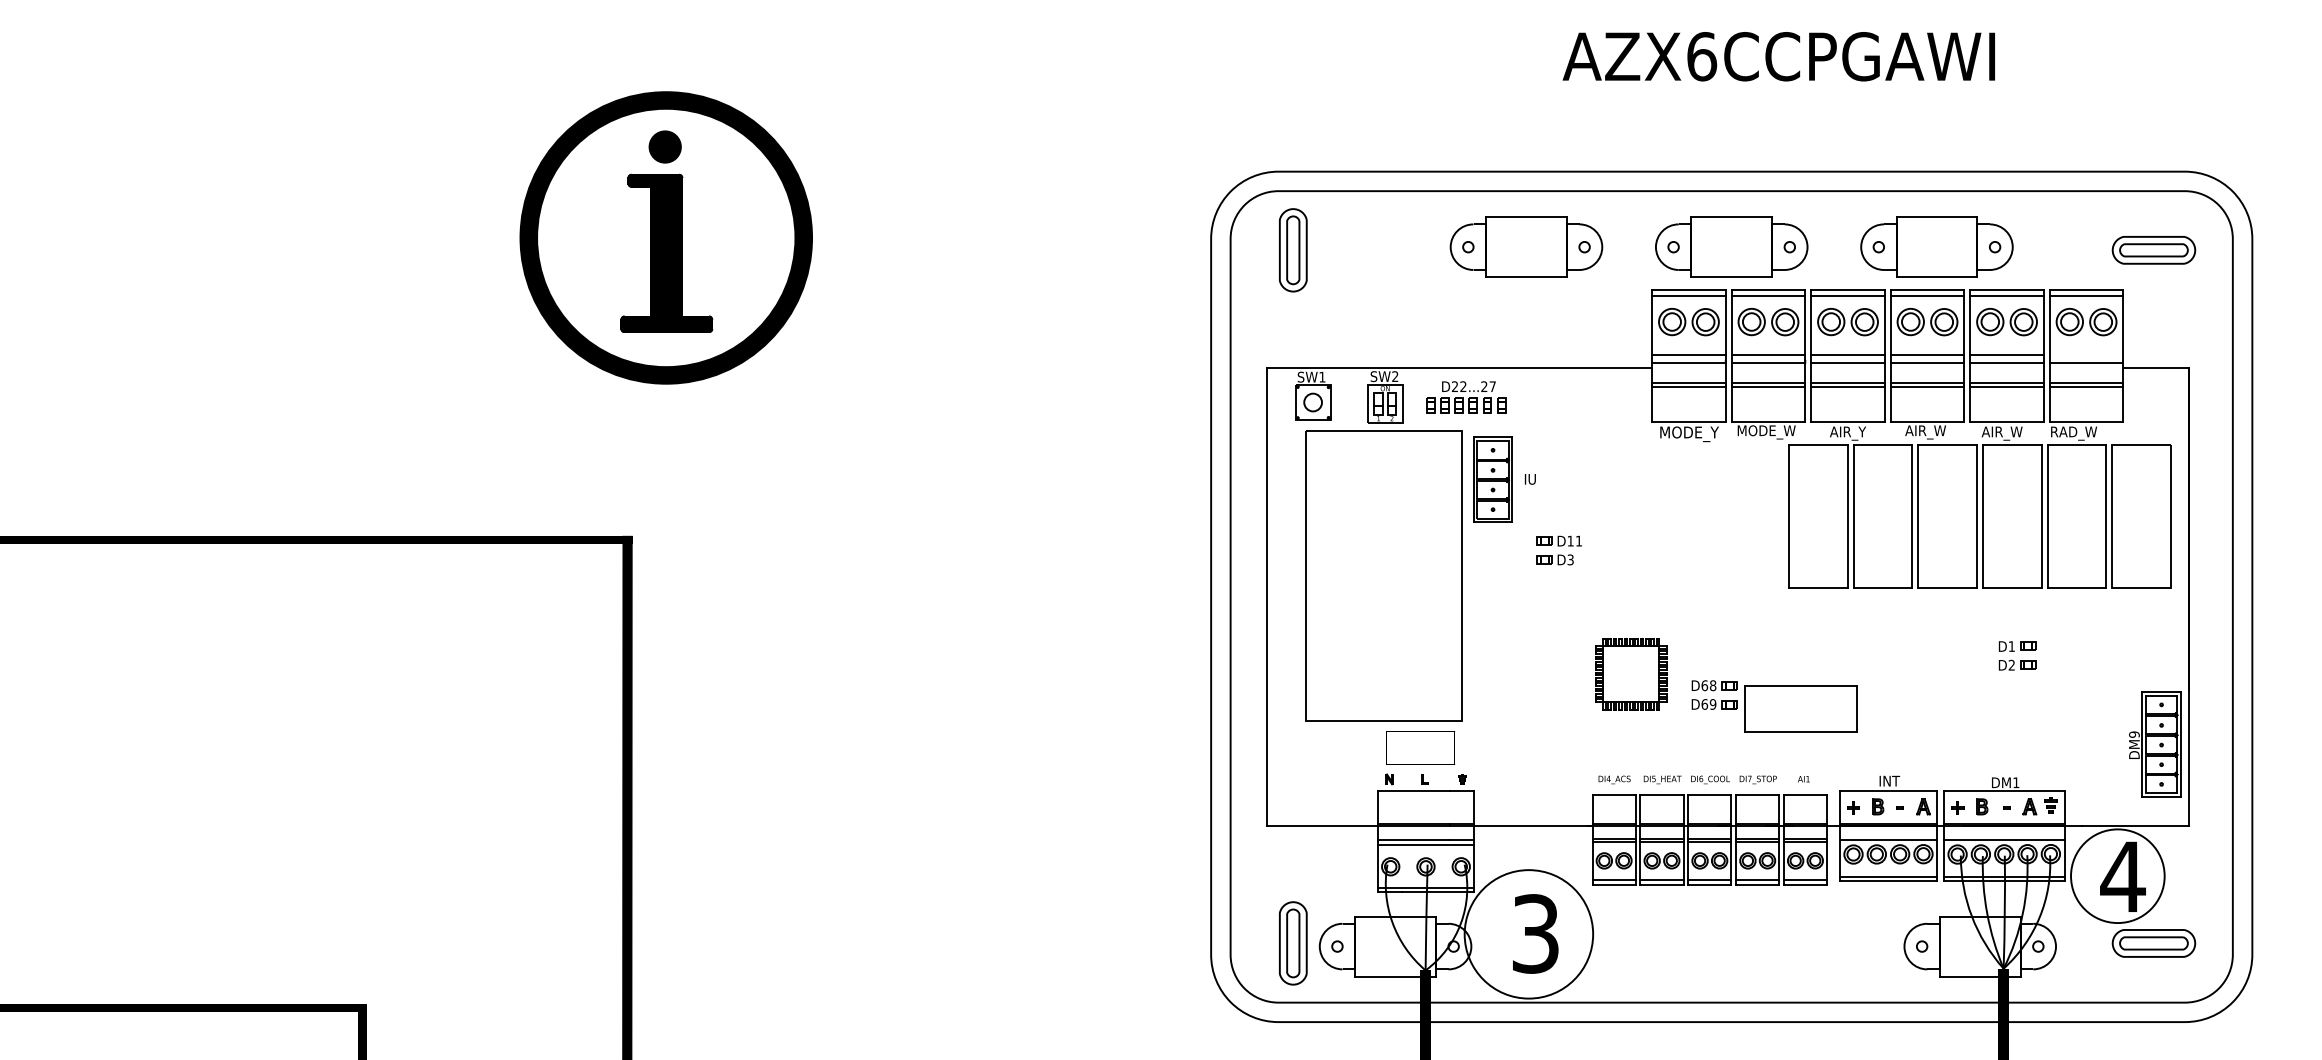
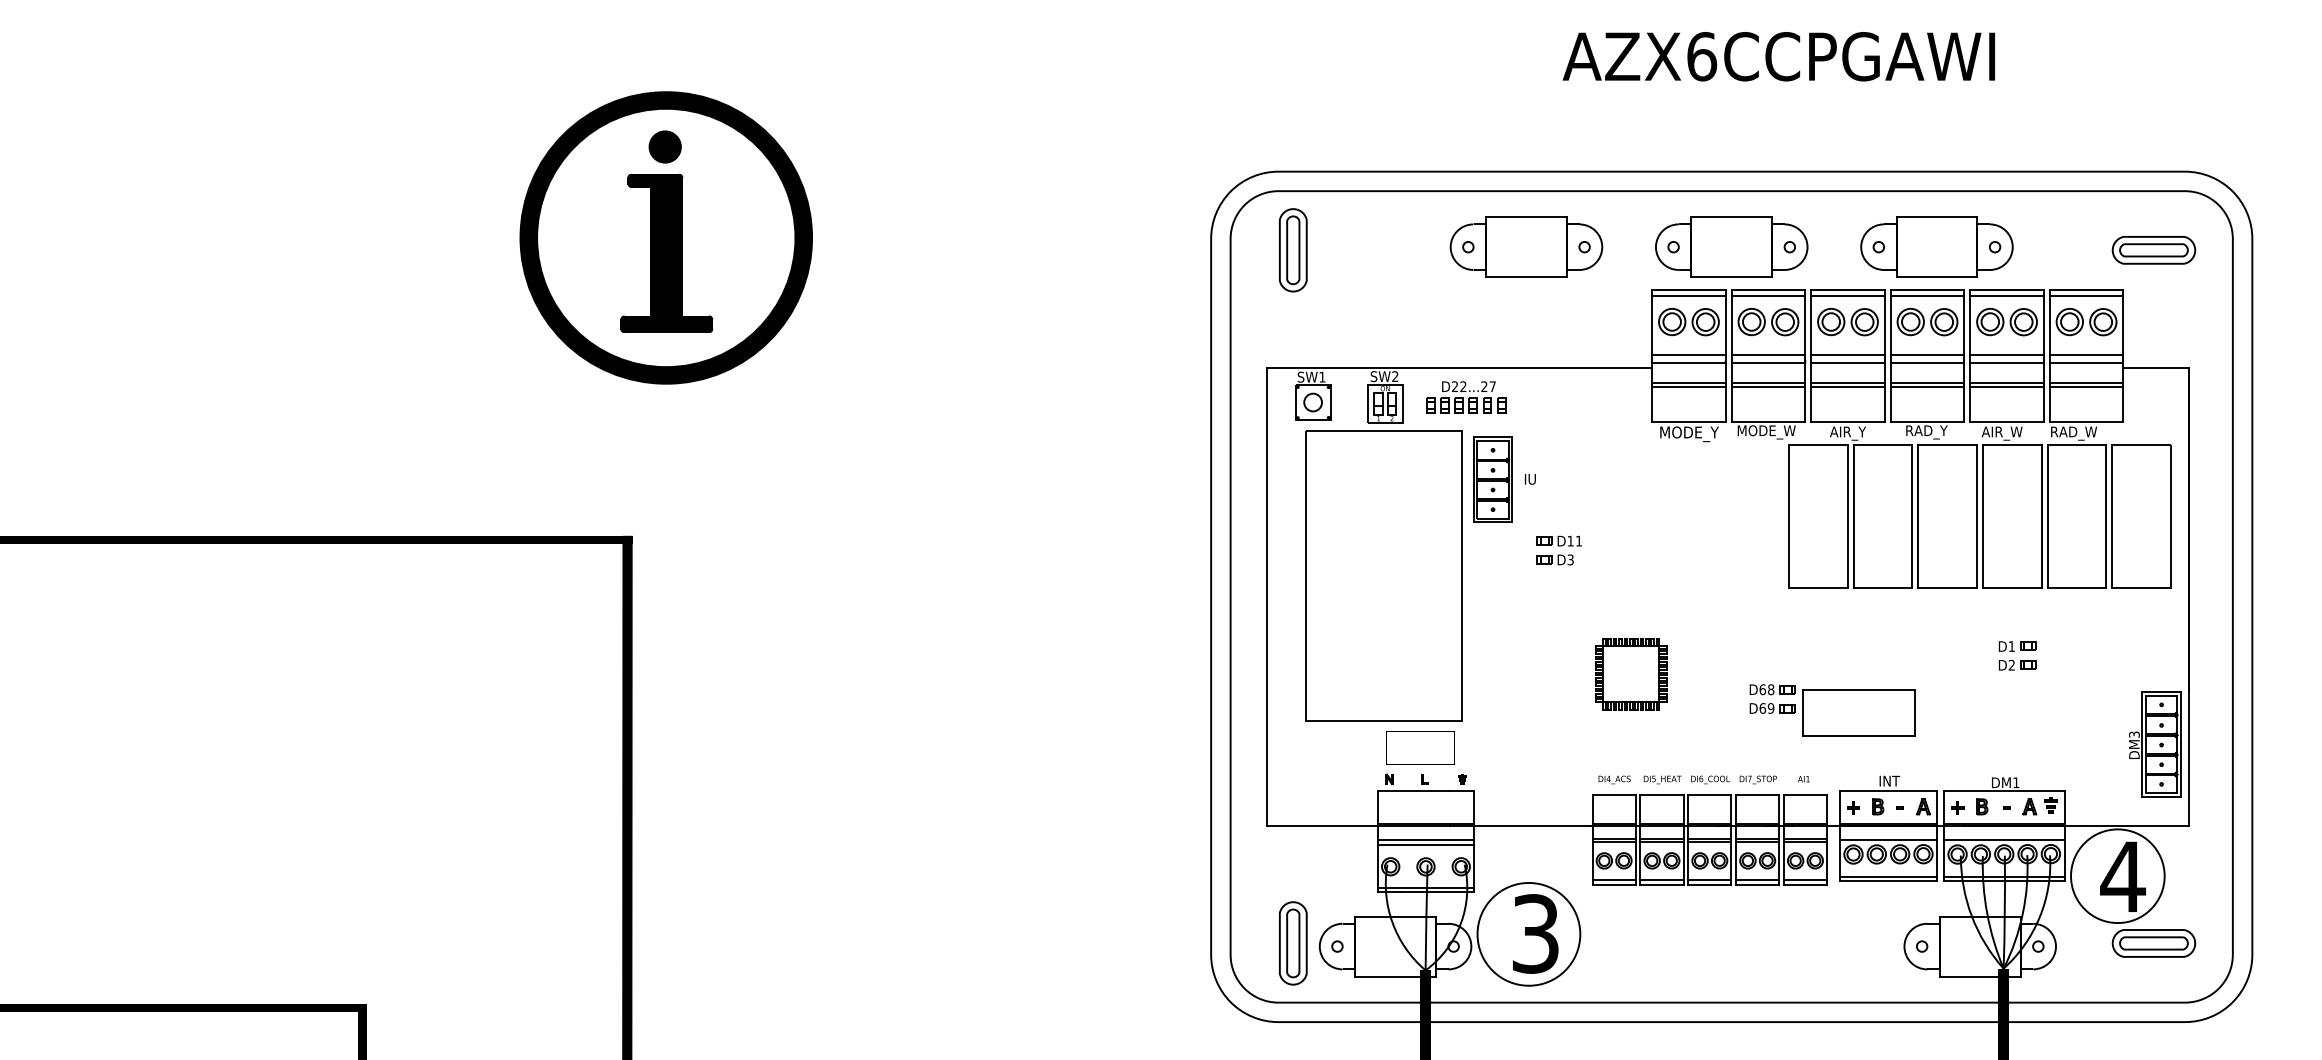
line at (2086, 354): none -> present
text at (1926, 432): AIR_W -> RAD_Y
part at (1774, 706) position: (1774, 706) -> (1832, 710)
text at (2134, 734): DM9 -> DM3
circle at (1528, 934) diameter: 128 px -> 103 px
